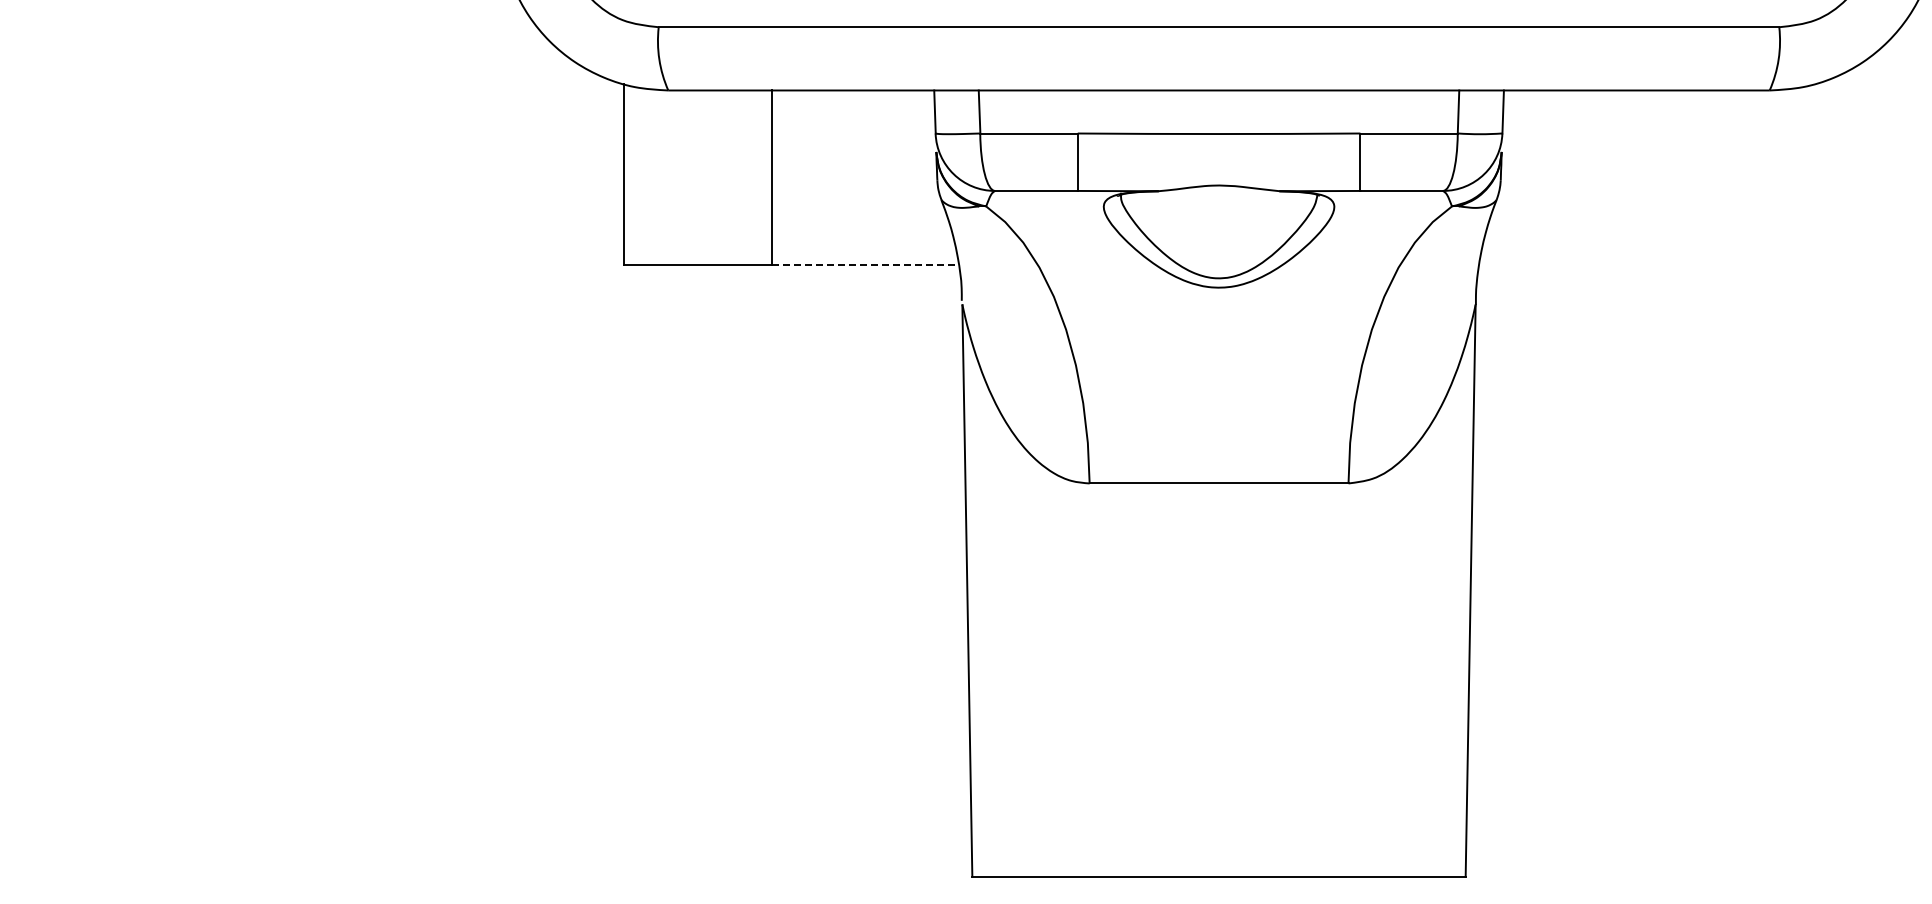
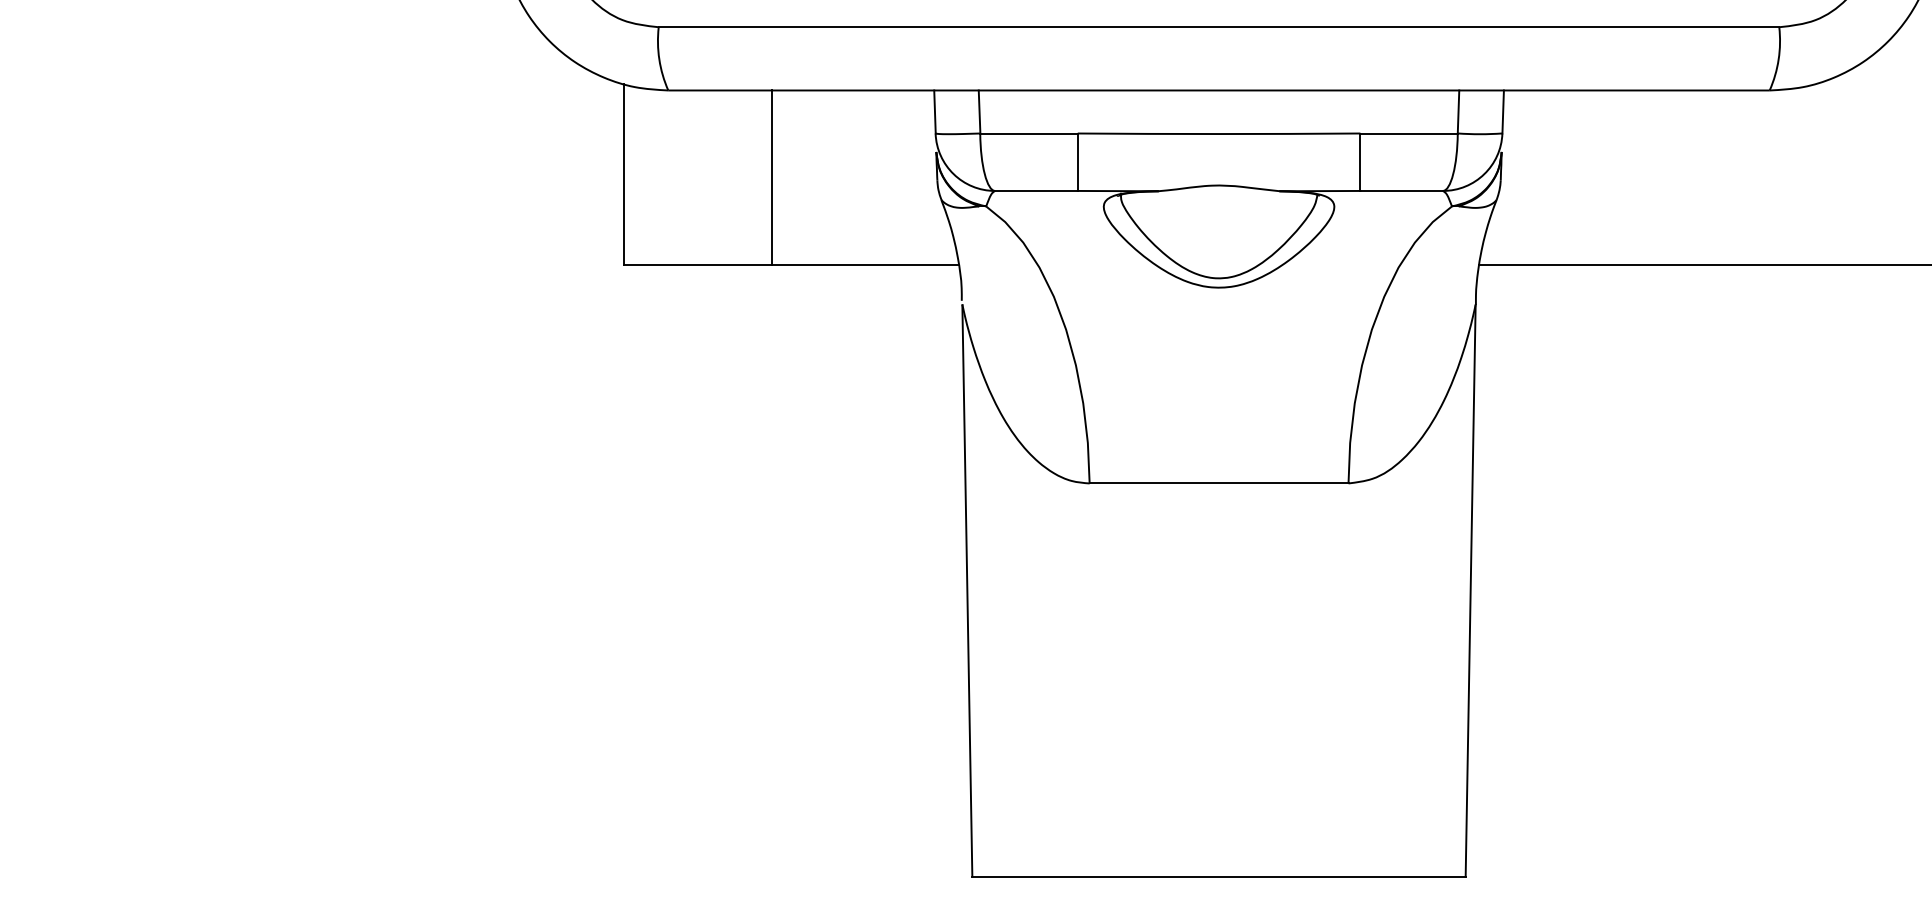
line at (866, 265): dashed -> solid
line at (1703, 265): none -> present
